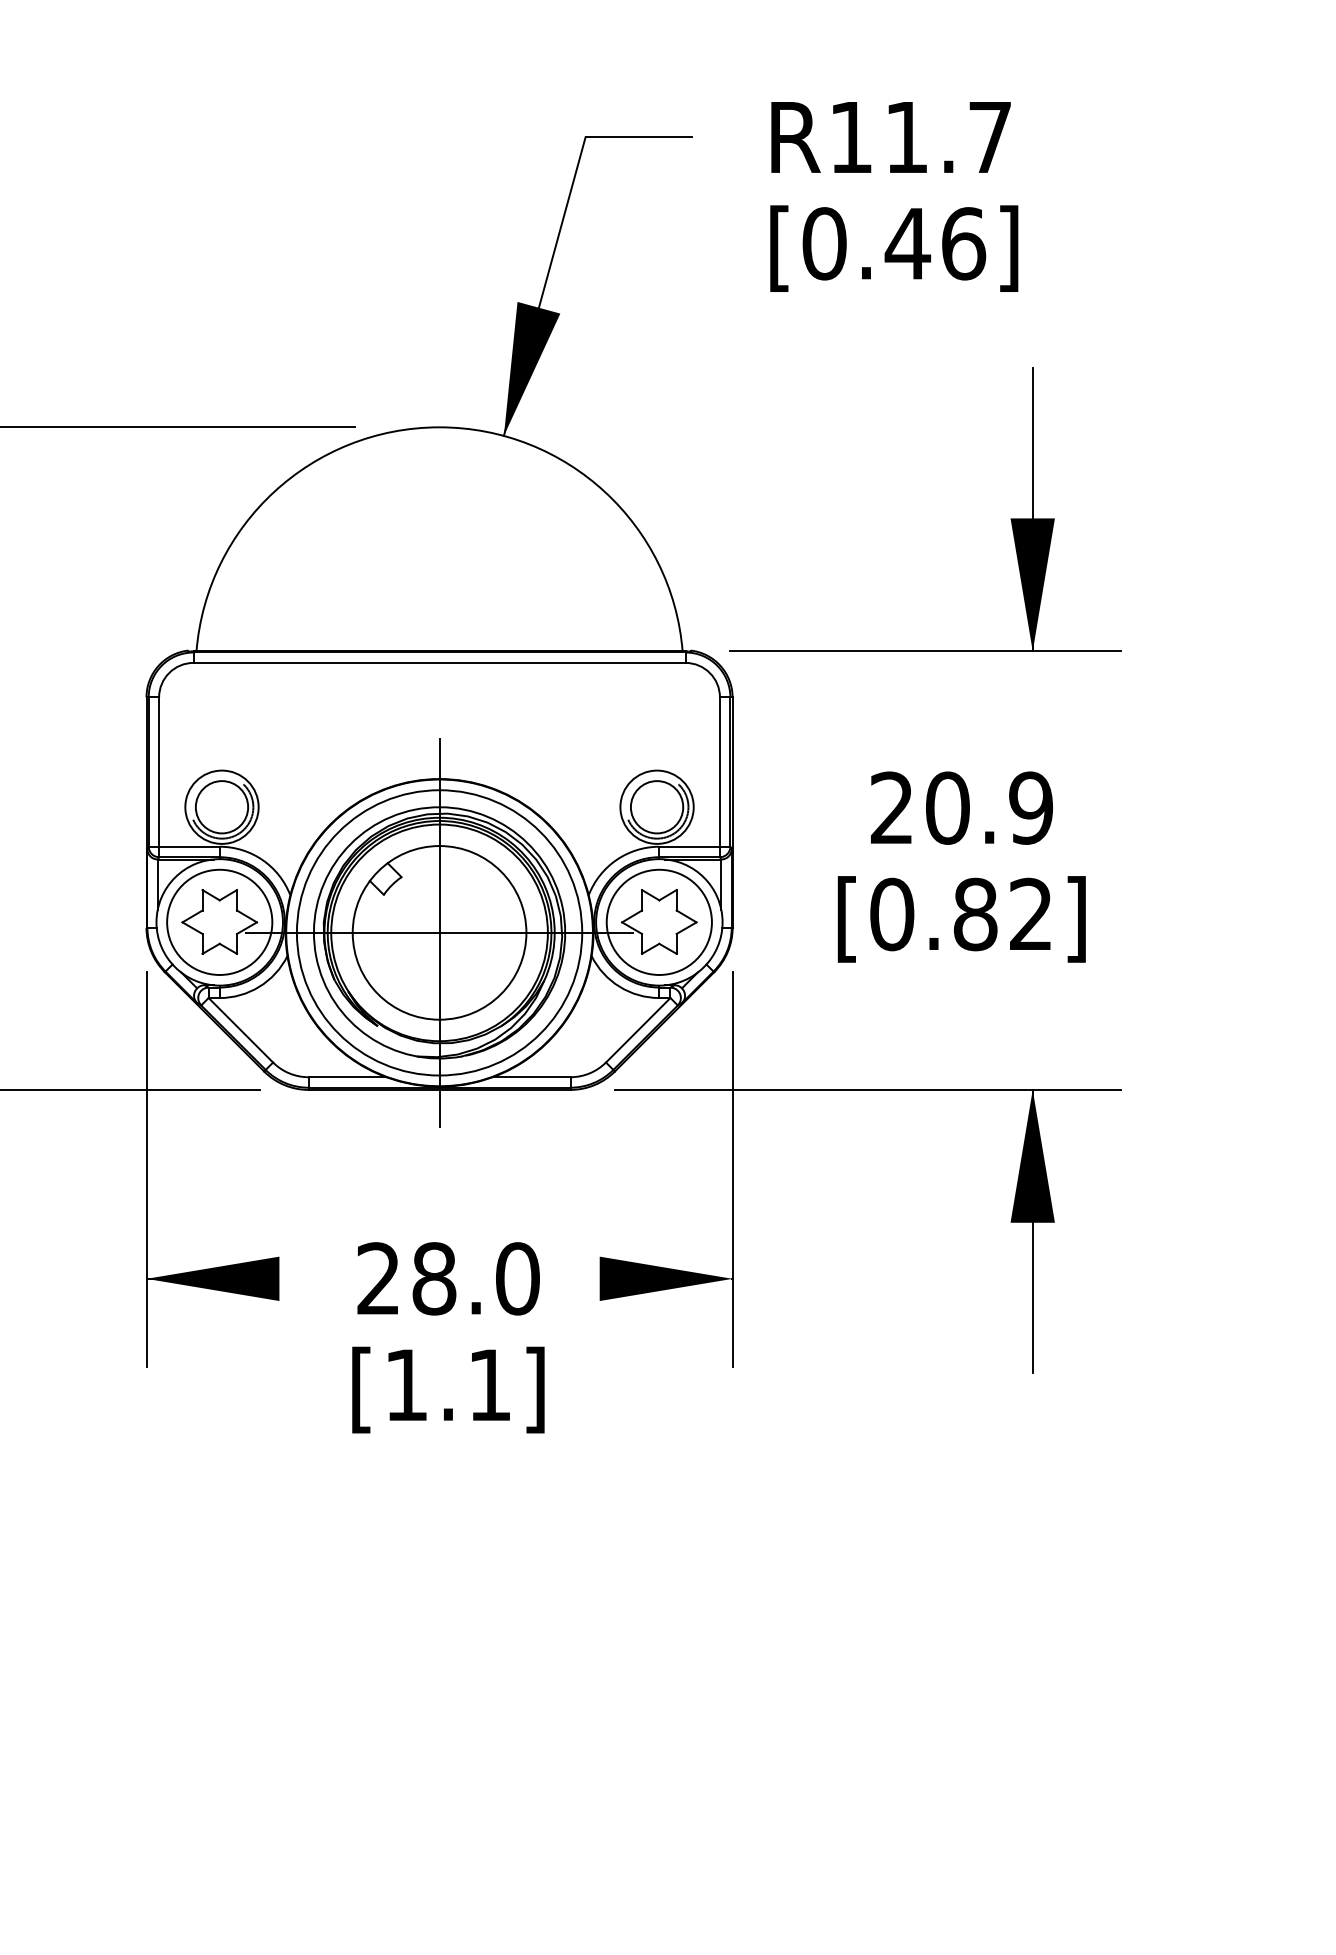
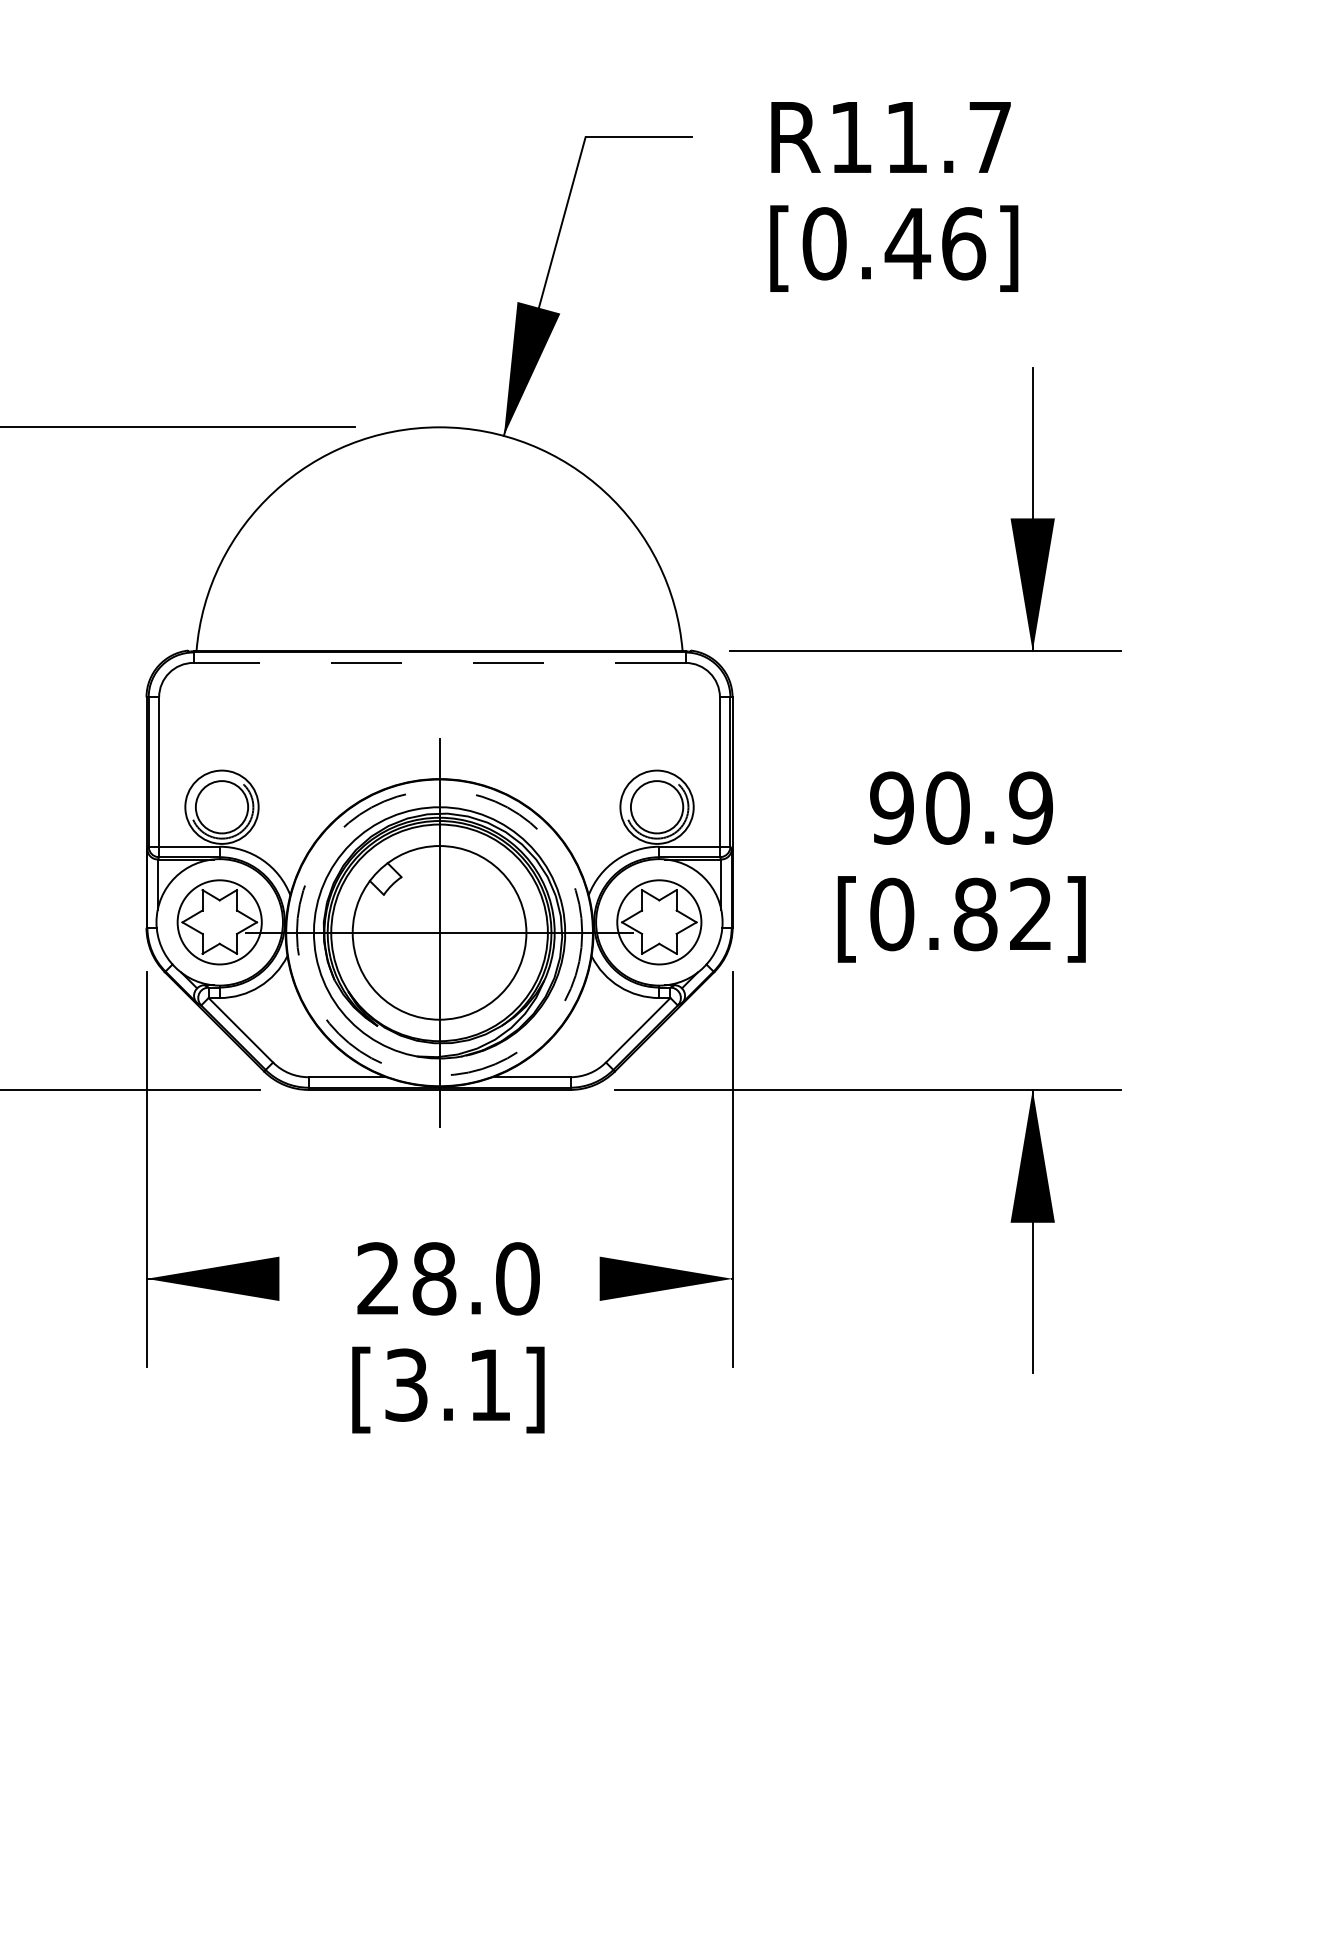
line at (439, 662): solid -> dashed
text at (891, 807): 20.9 -> 90.9
circle at (219, 921) diameter: 105 px -> 84 px
circle at (658, 921) diameter: 105 px -> 84 px
circle at (439, 932): solid -> dashed
text at (406, 1384): [1.1] -> [3.1]
